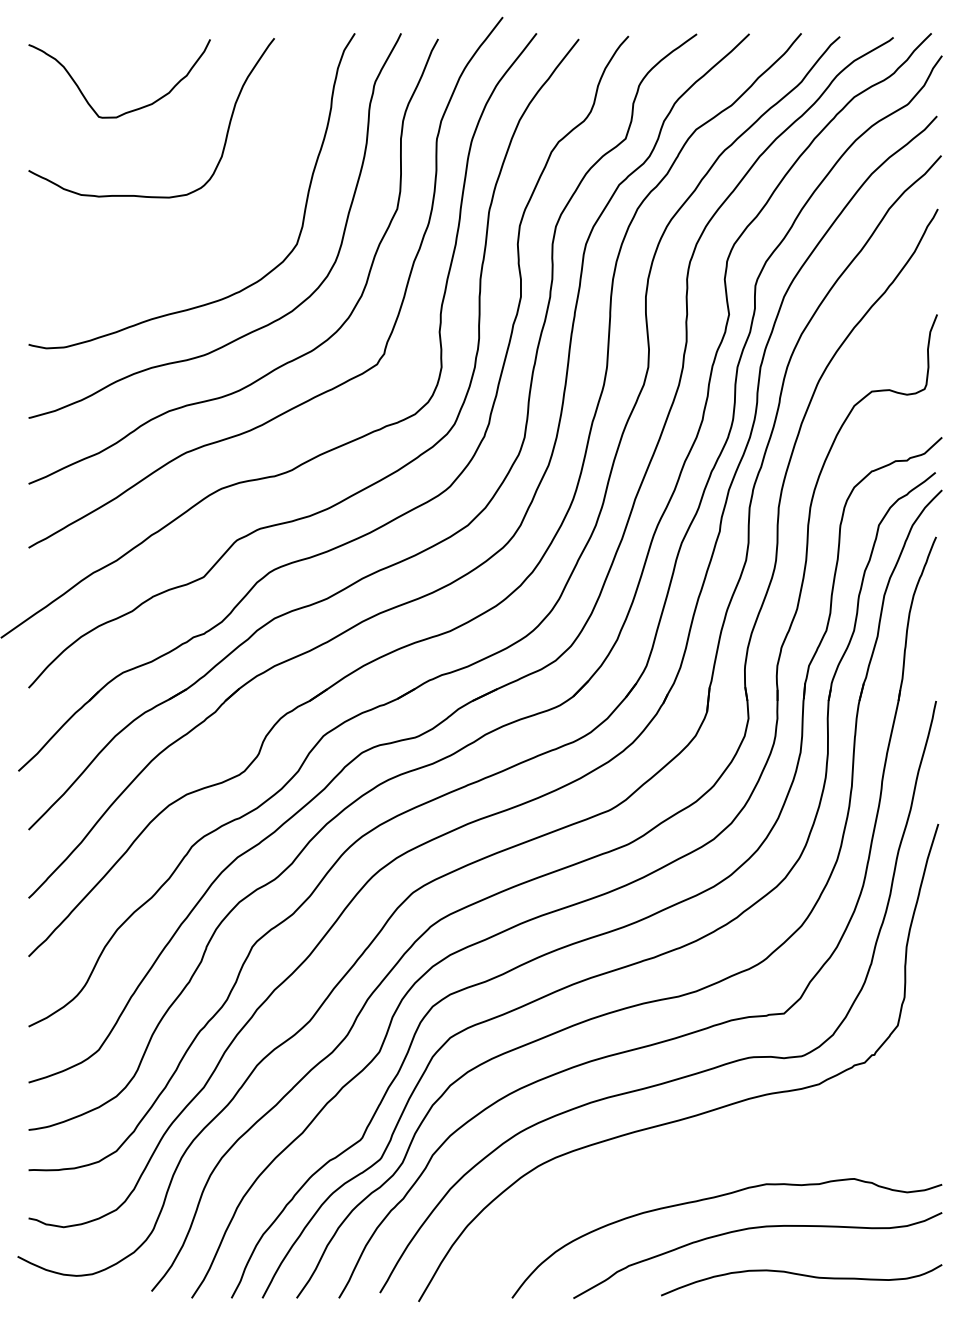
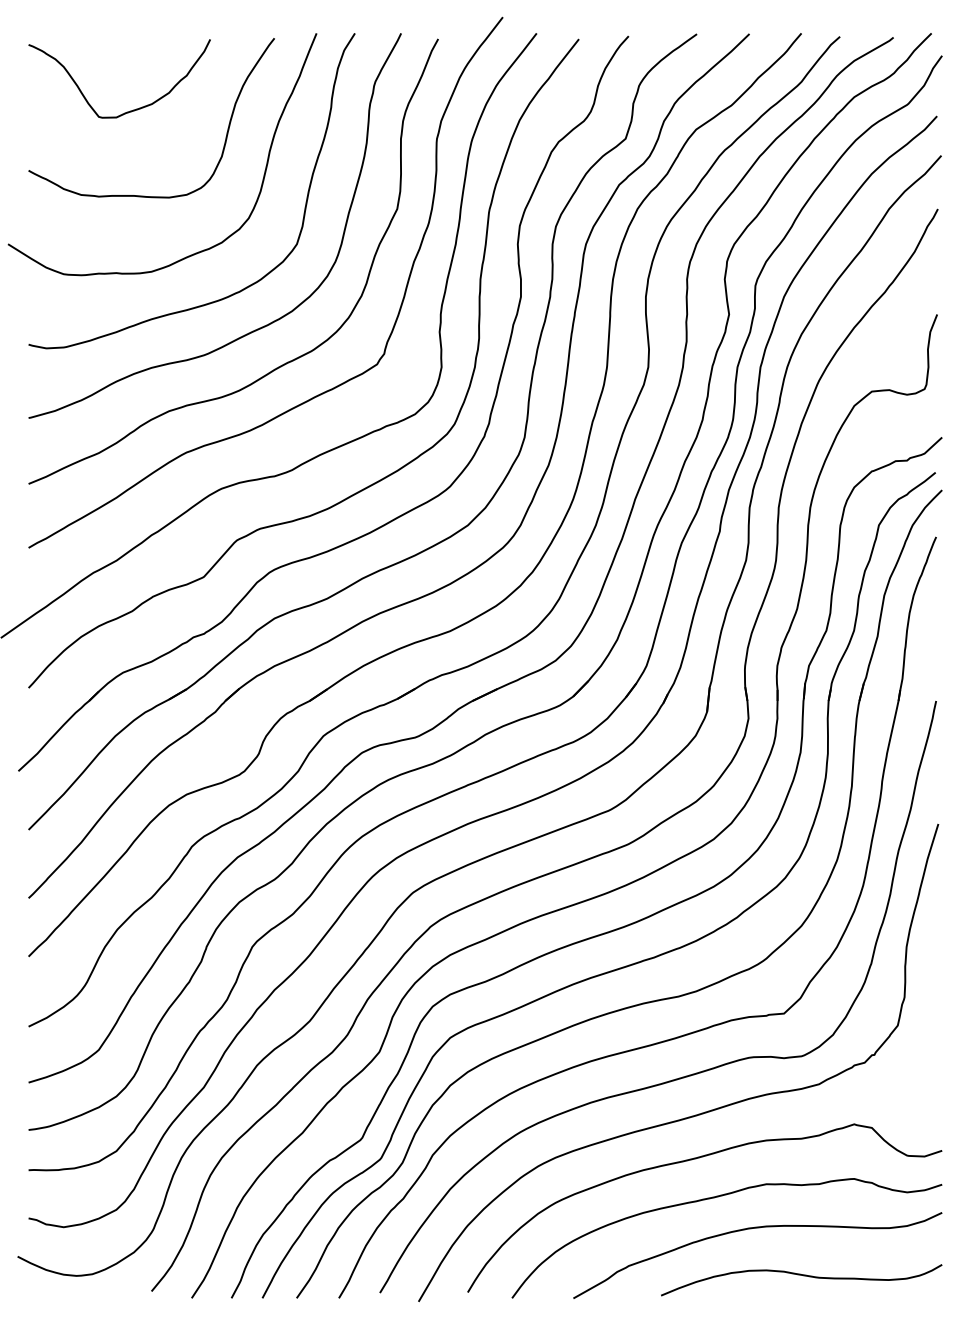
curve at (262, 178): none -> present
curve at (696, 1159): none -> present
